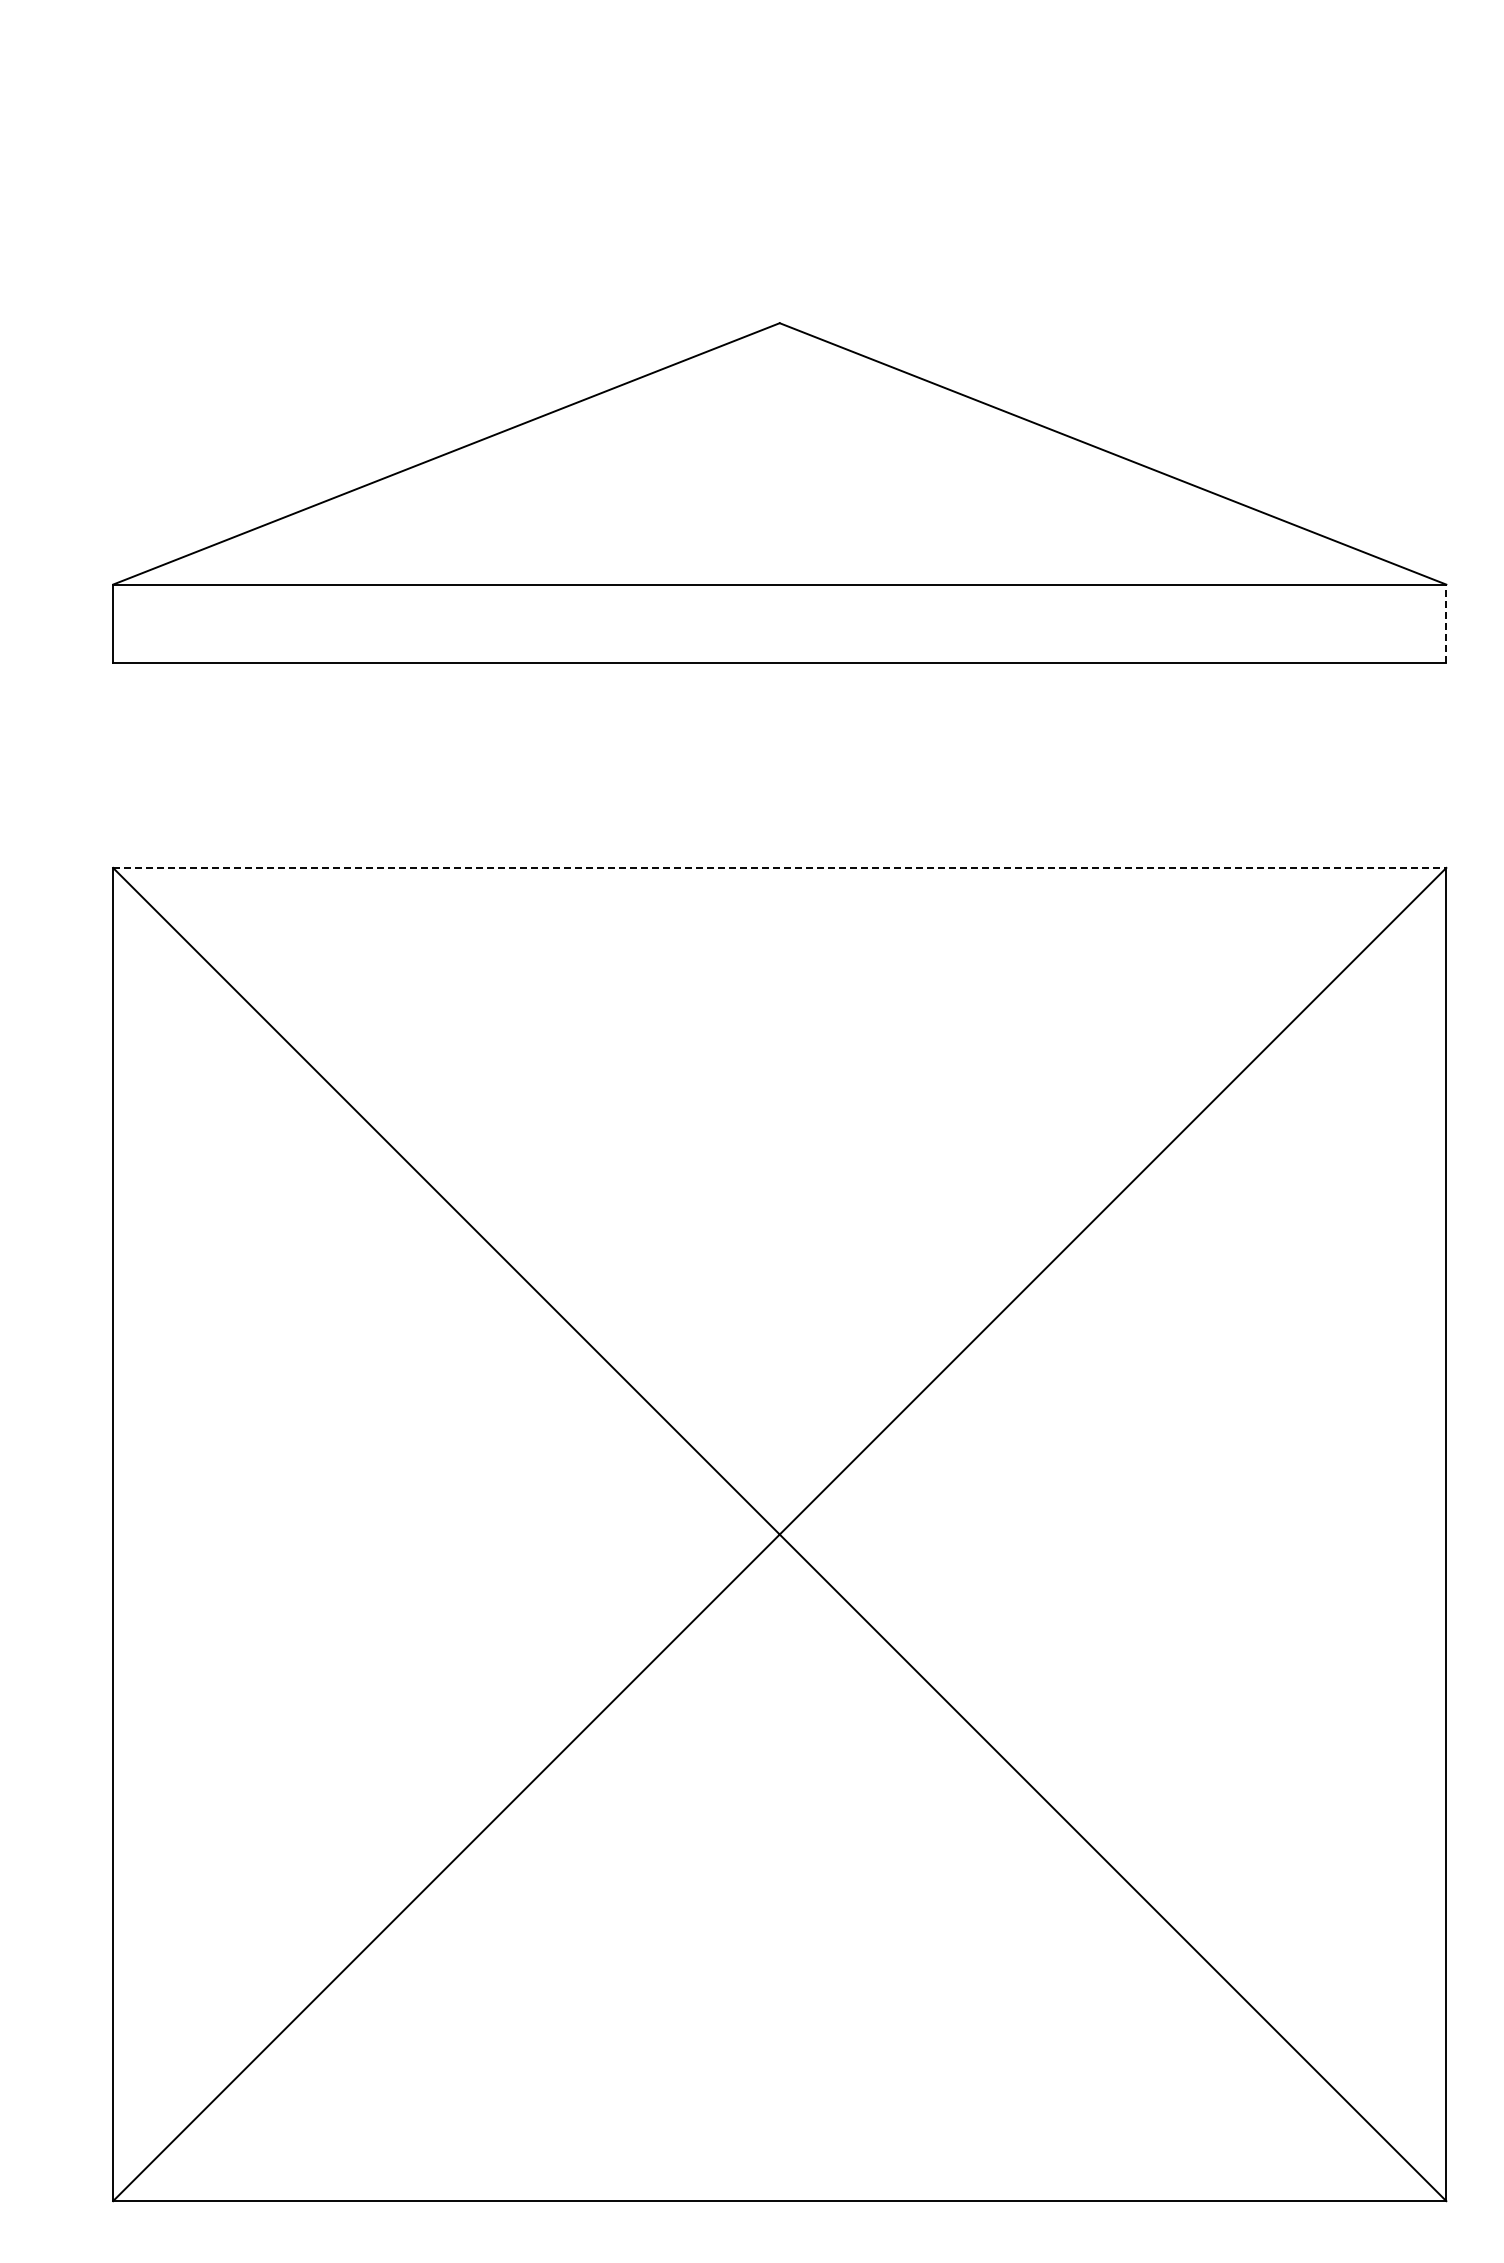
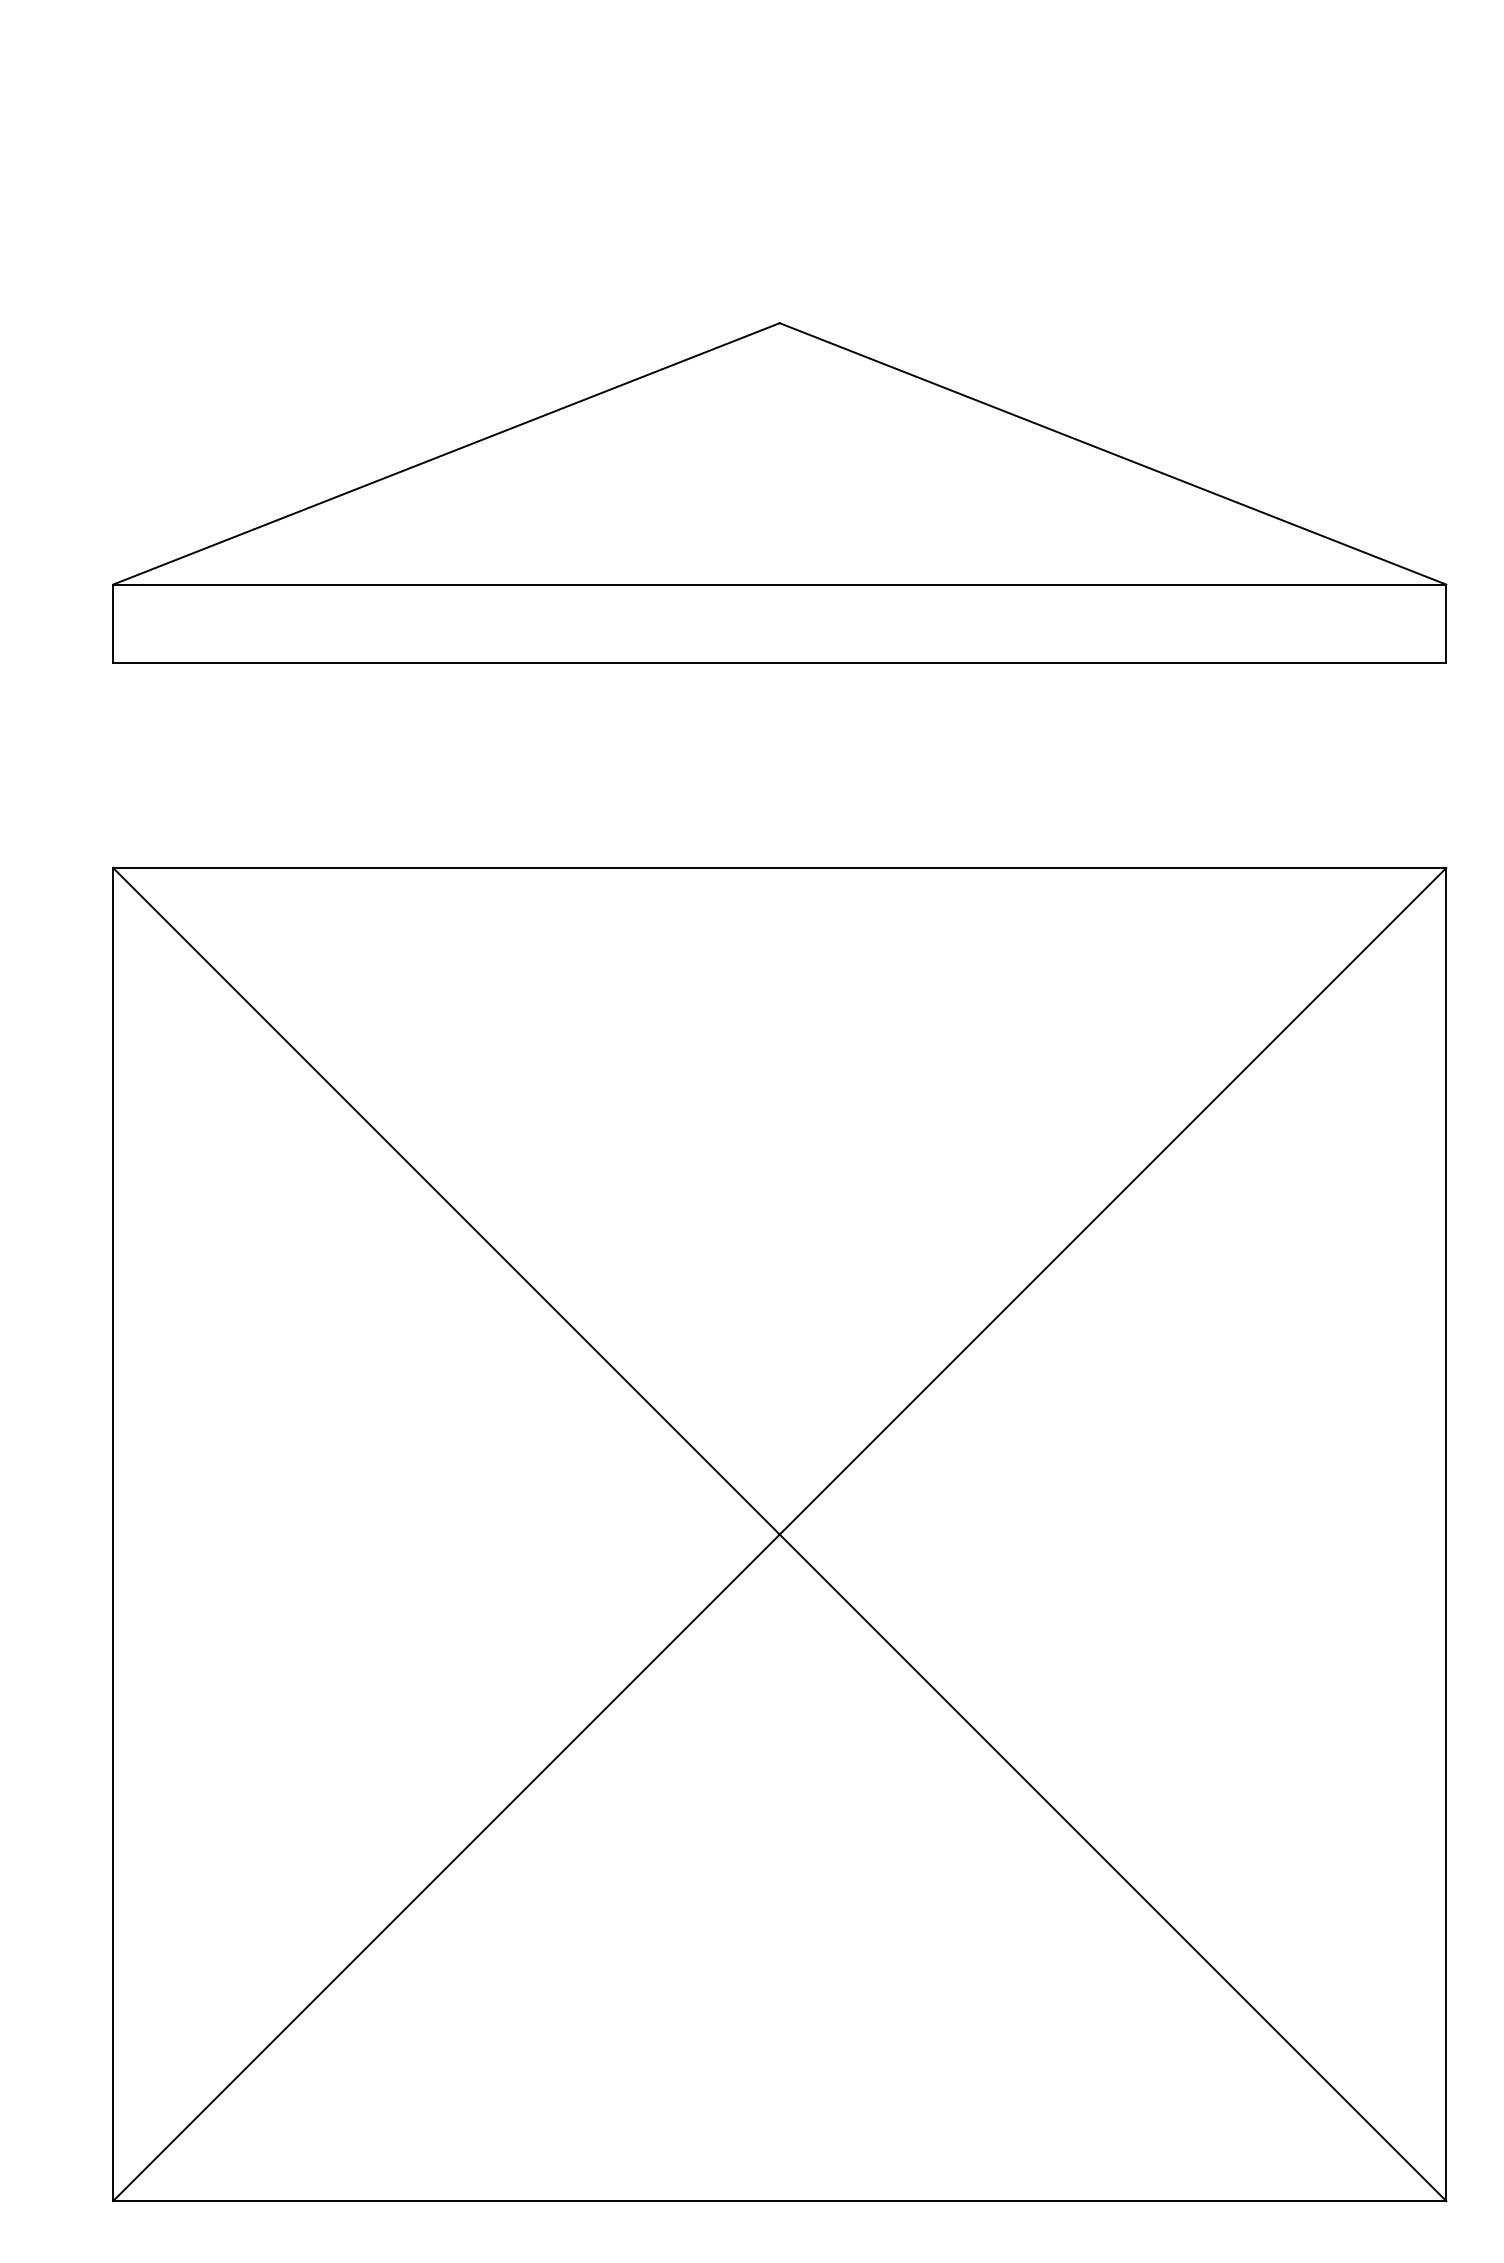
line at (1446, 623): dashed -> solid
line at (779, 867): dashed -> solid
